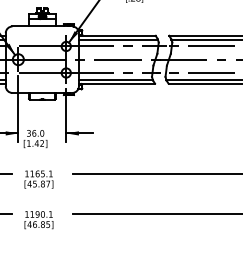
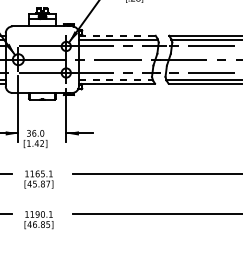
line at (117, 35): solid -> dashed
line at (115, 79): solid -> dashed
